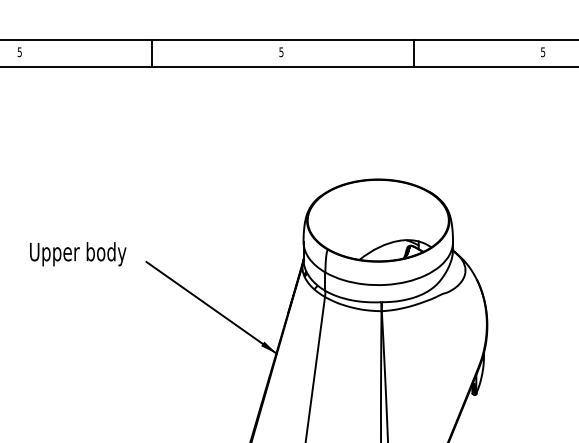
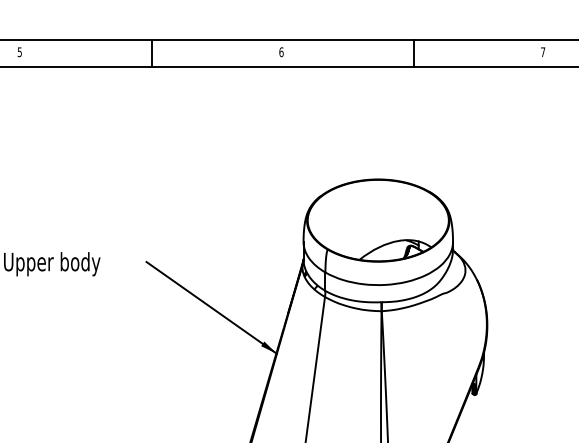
text at (281, 52): 5 -> 6
text at (543, 52): 5 -> 7
text at (78, 254) position: (78, 254) -> (52, 264)
